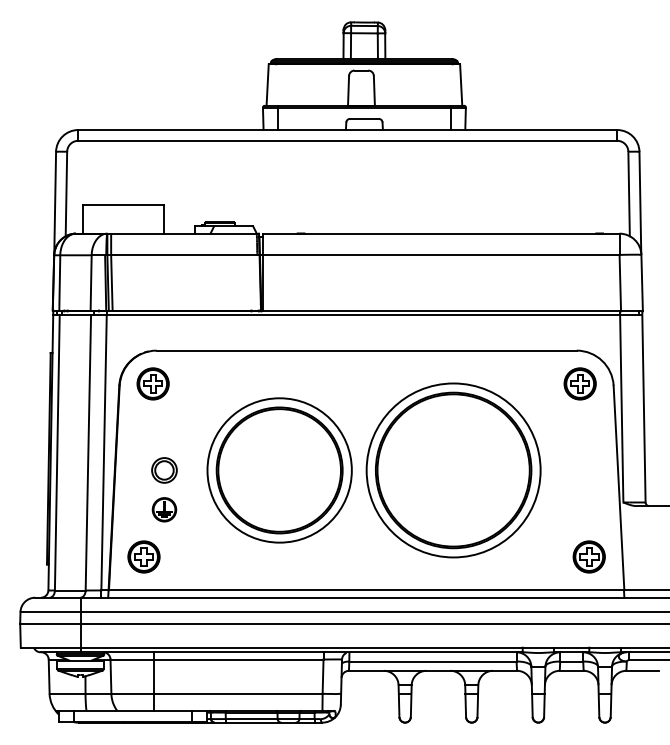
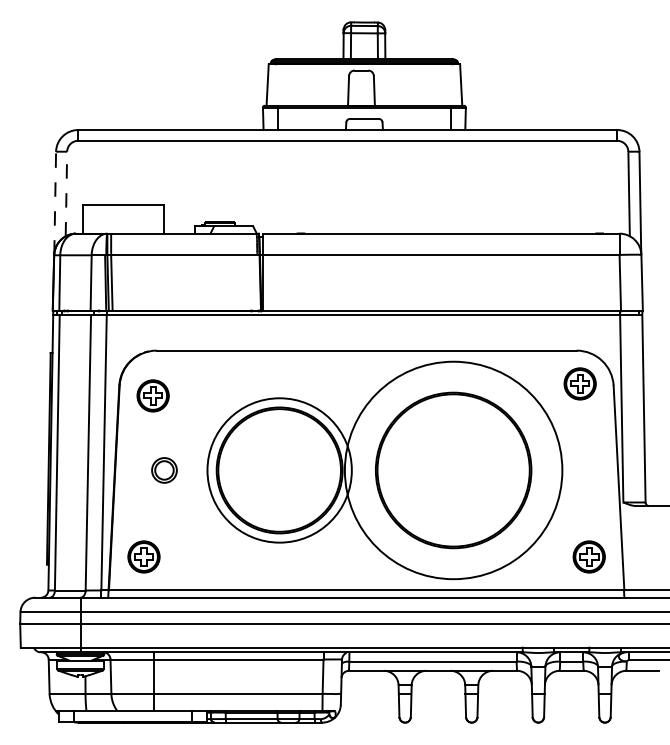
line at (66, 193): solid -> dashed
line at (55, 202): solid -> dashed
part at (152, 383) position: (152, 383) -> (152, 395)
circle at (453, 470) diameter: 174 px -> 217 px
part at (164, 509): present -> none
